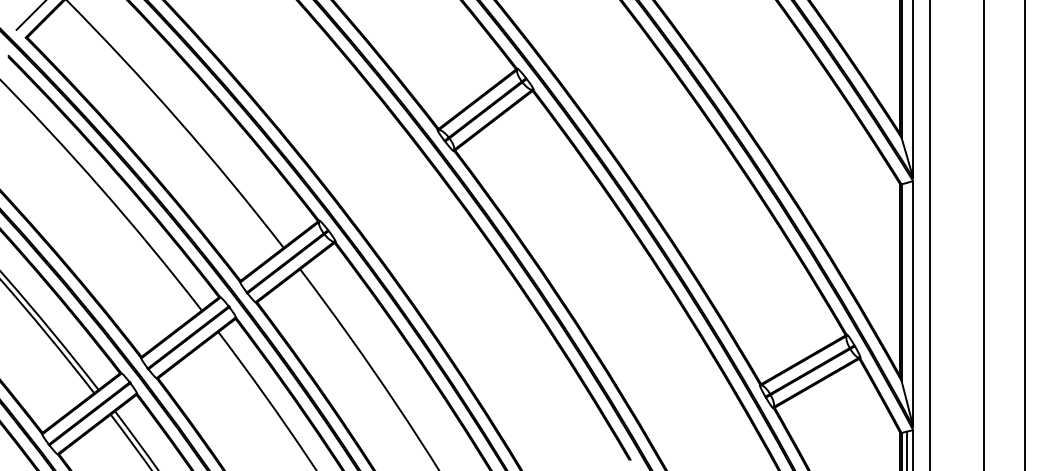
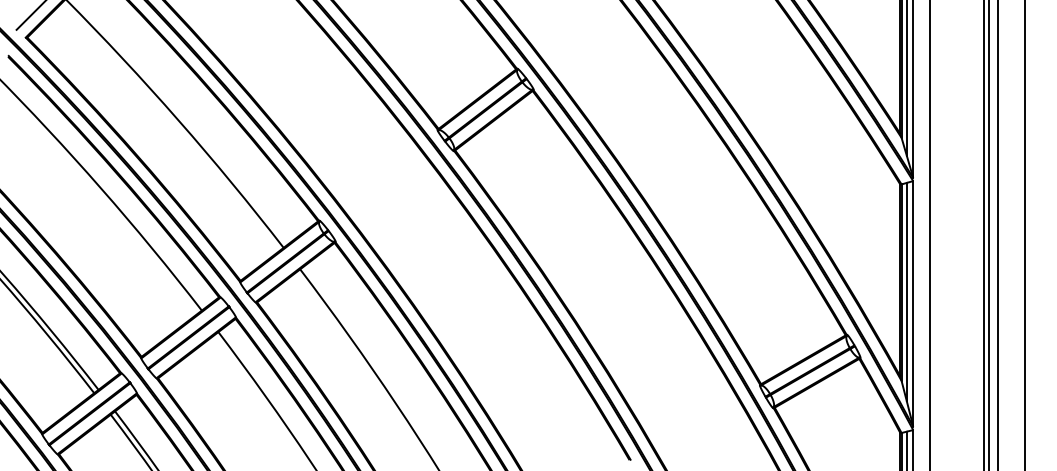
line at (906, 78): none -> present
line at (988, 234): none -> present
line at (998, 234): none -> present
line at (906, 291): none -> present
